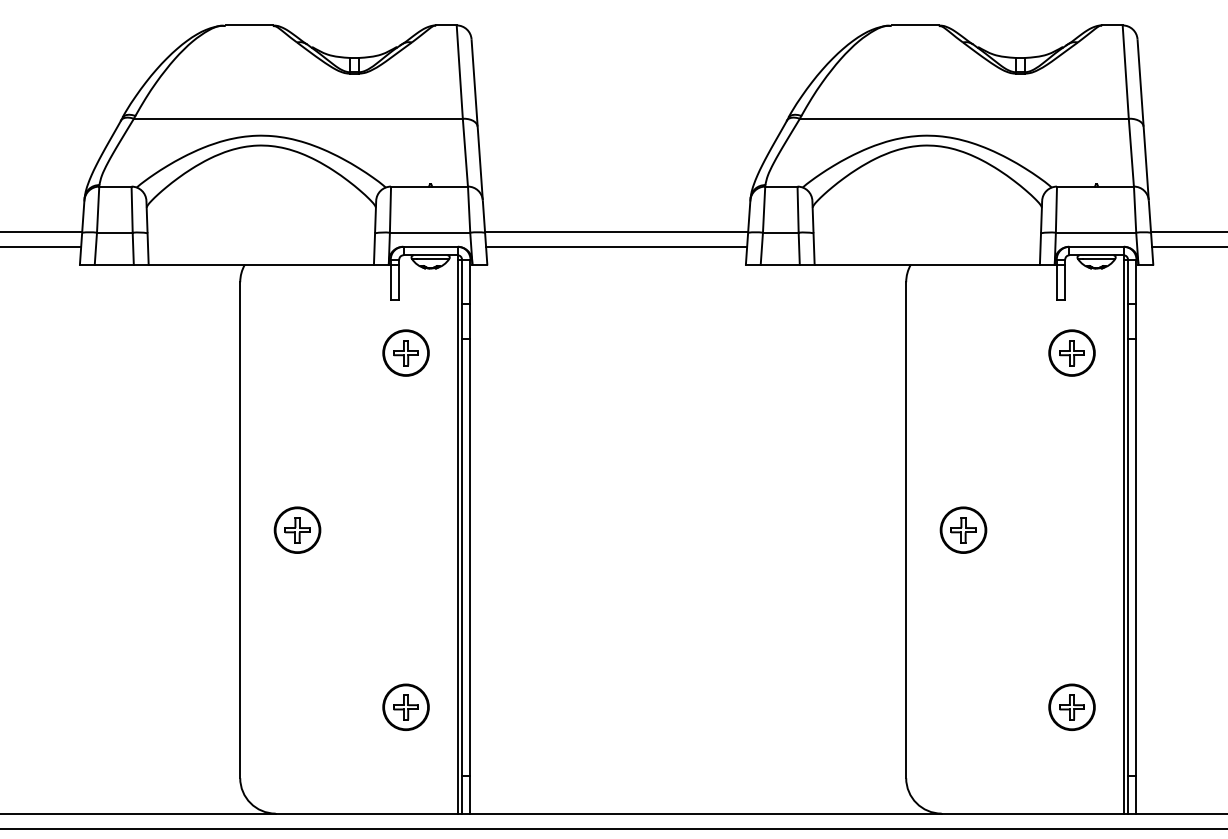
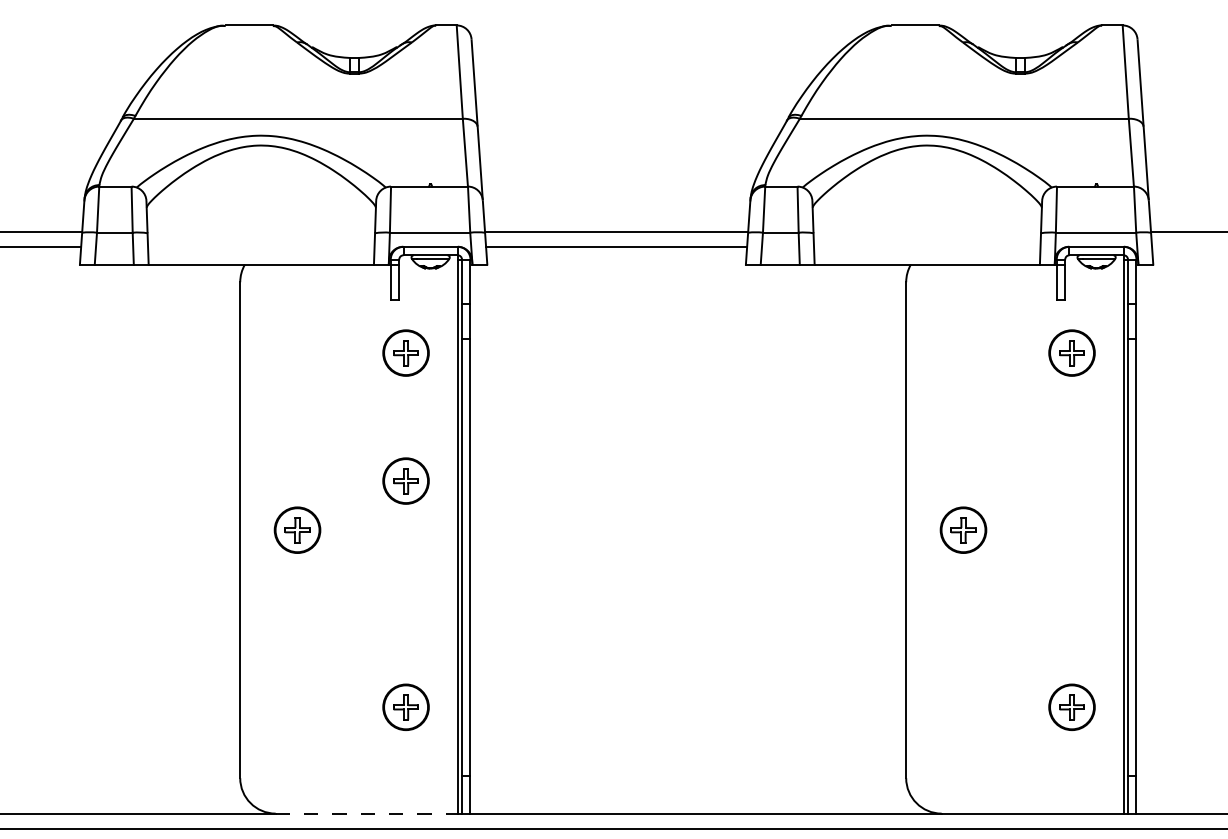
line at (1188, 246): present -> none
part at (405, 480): none -> present
line at (367, 813): solid -> dashed
